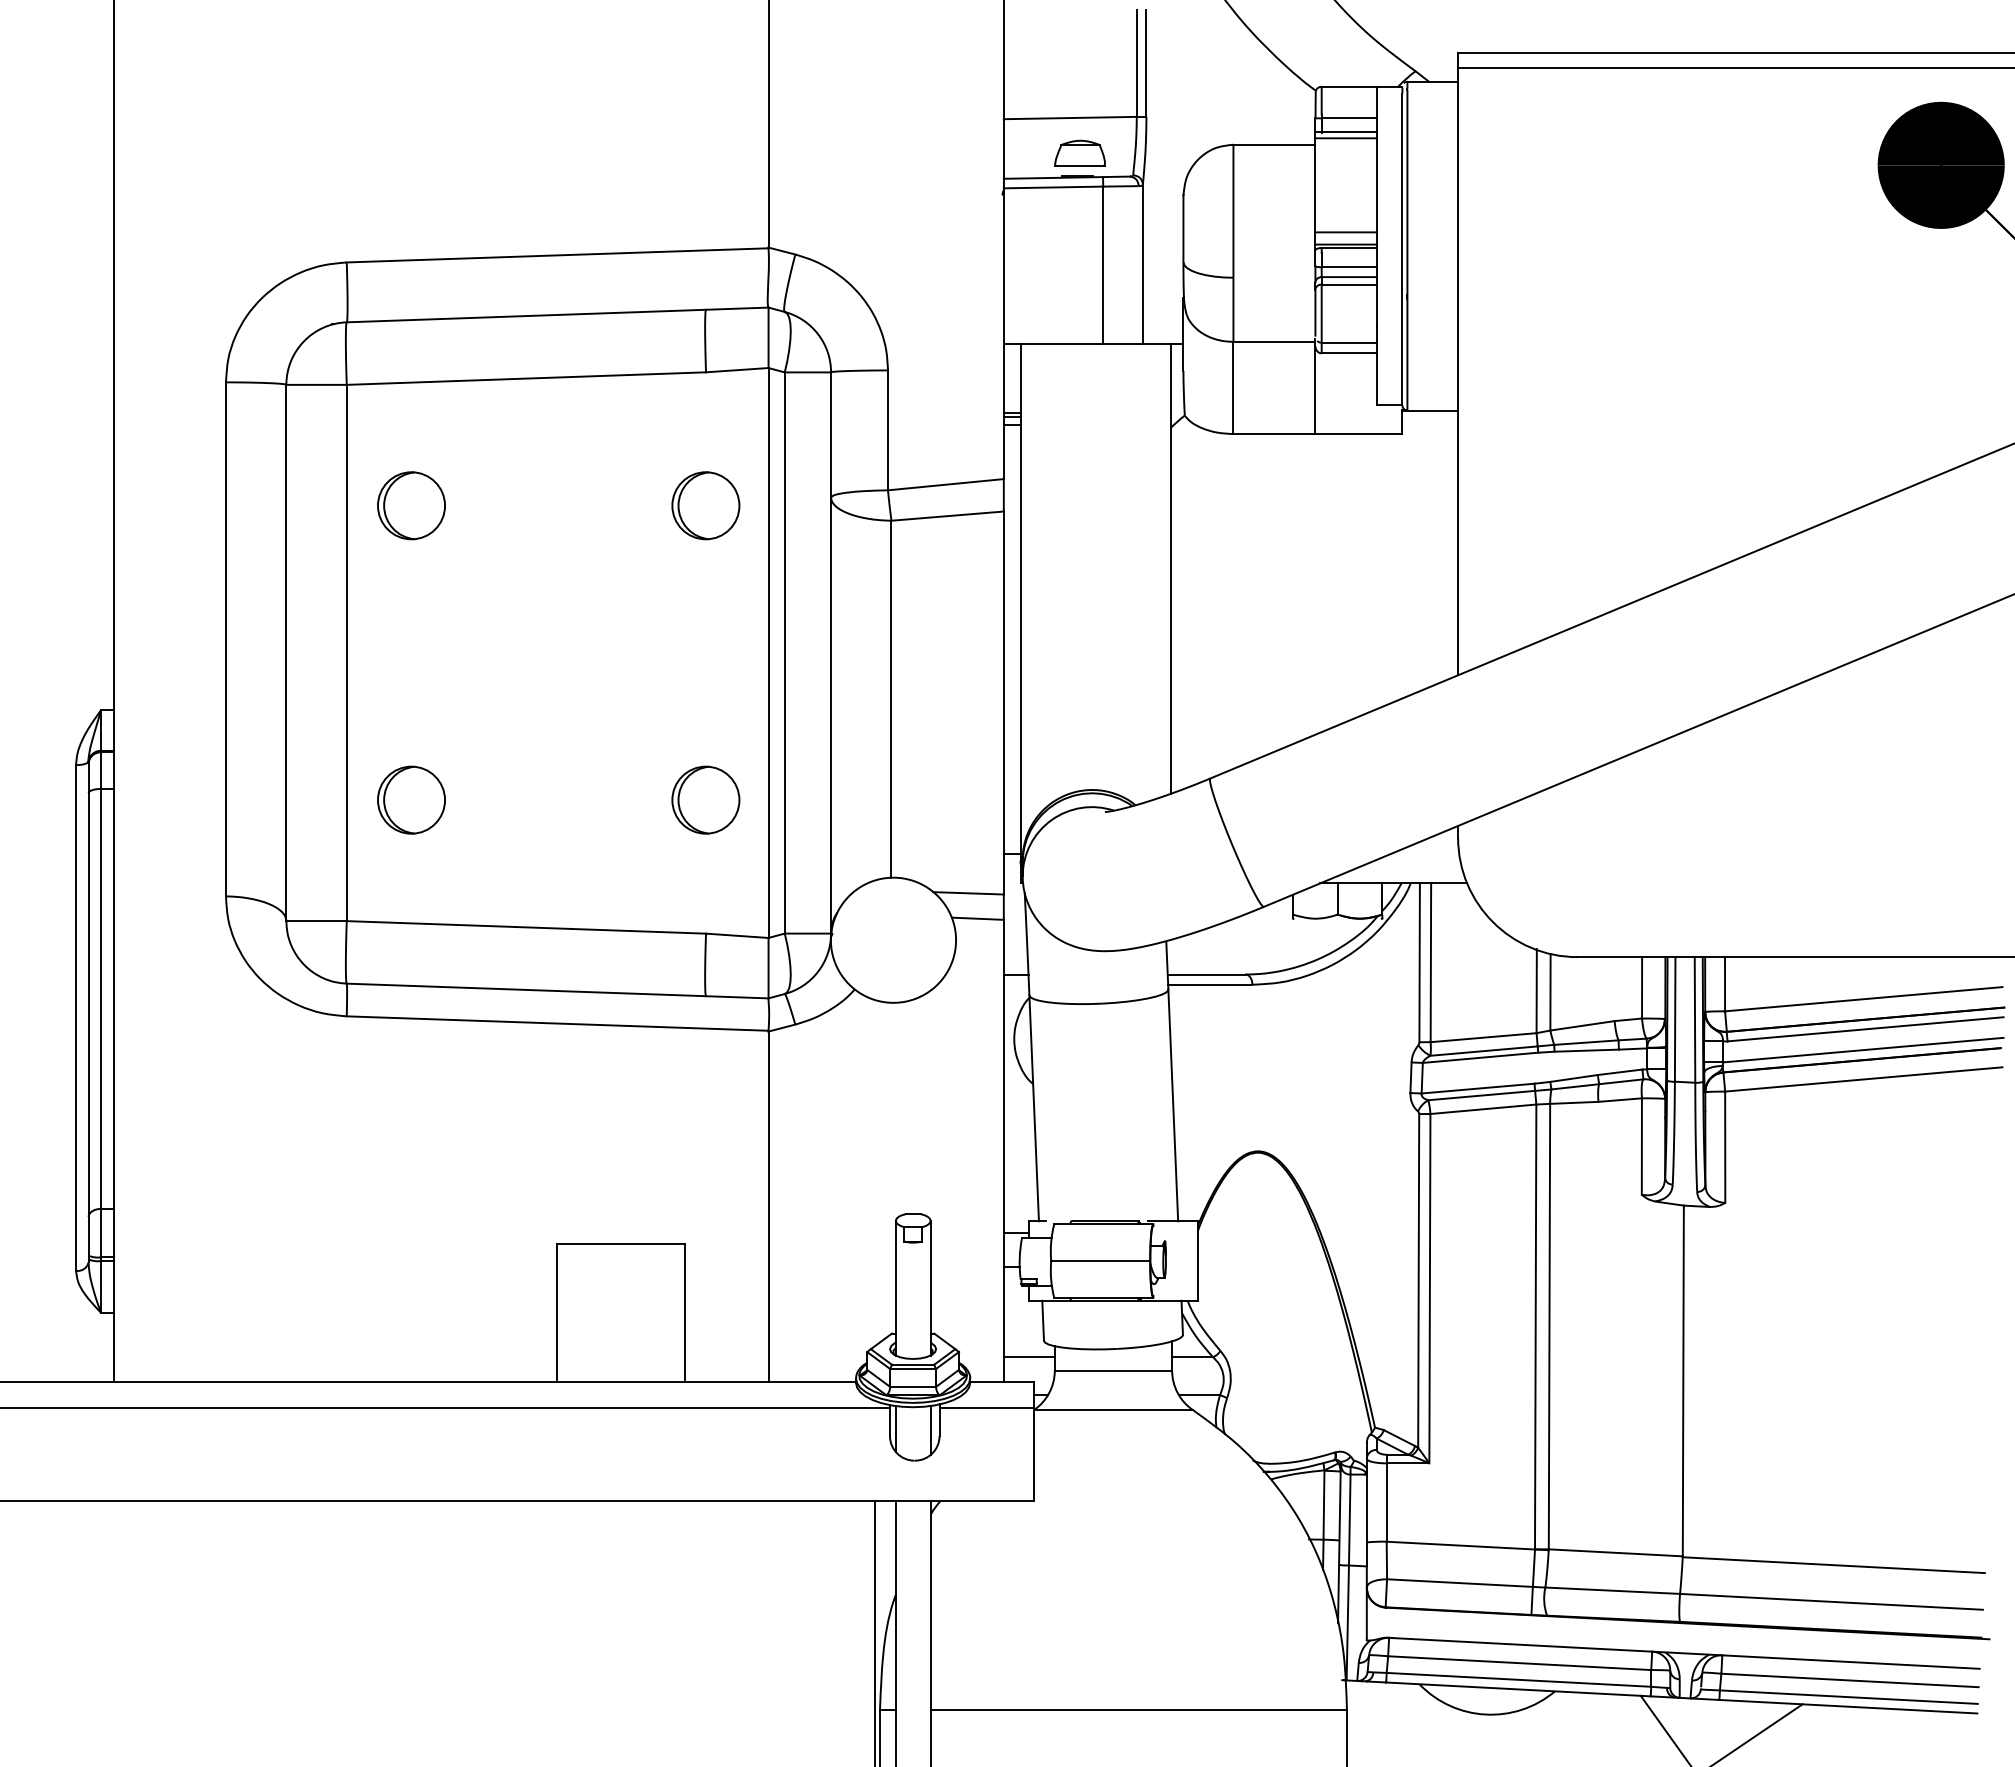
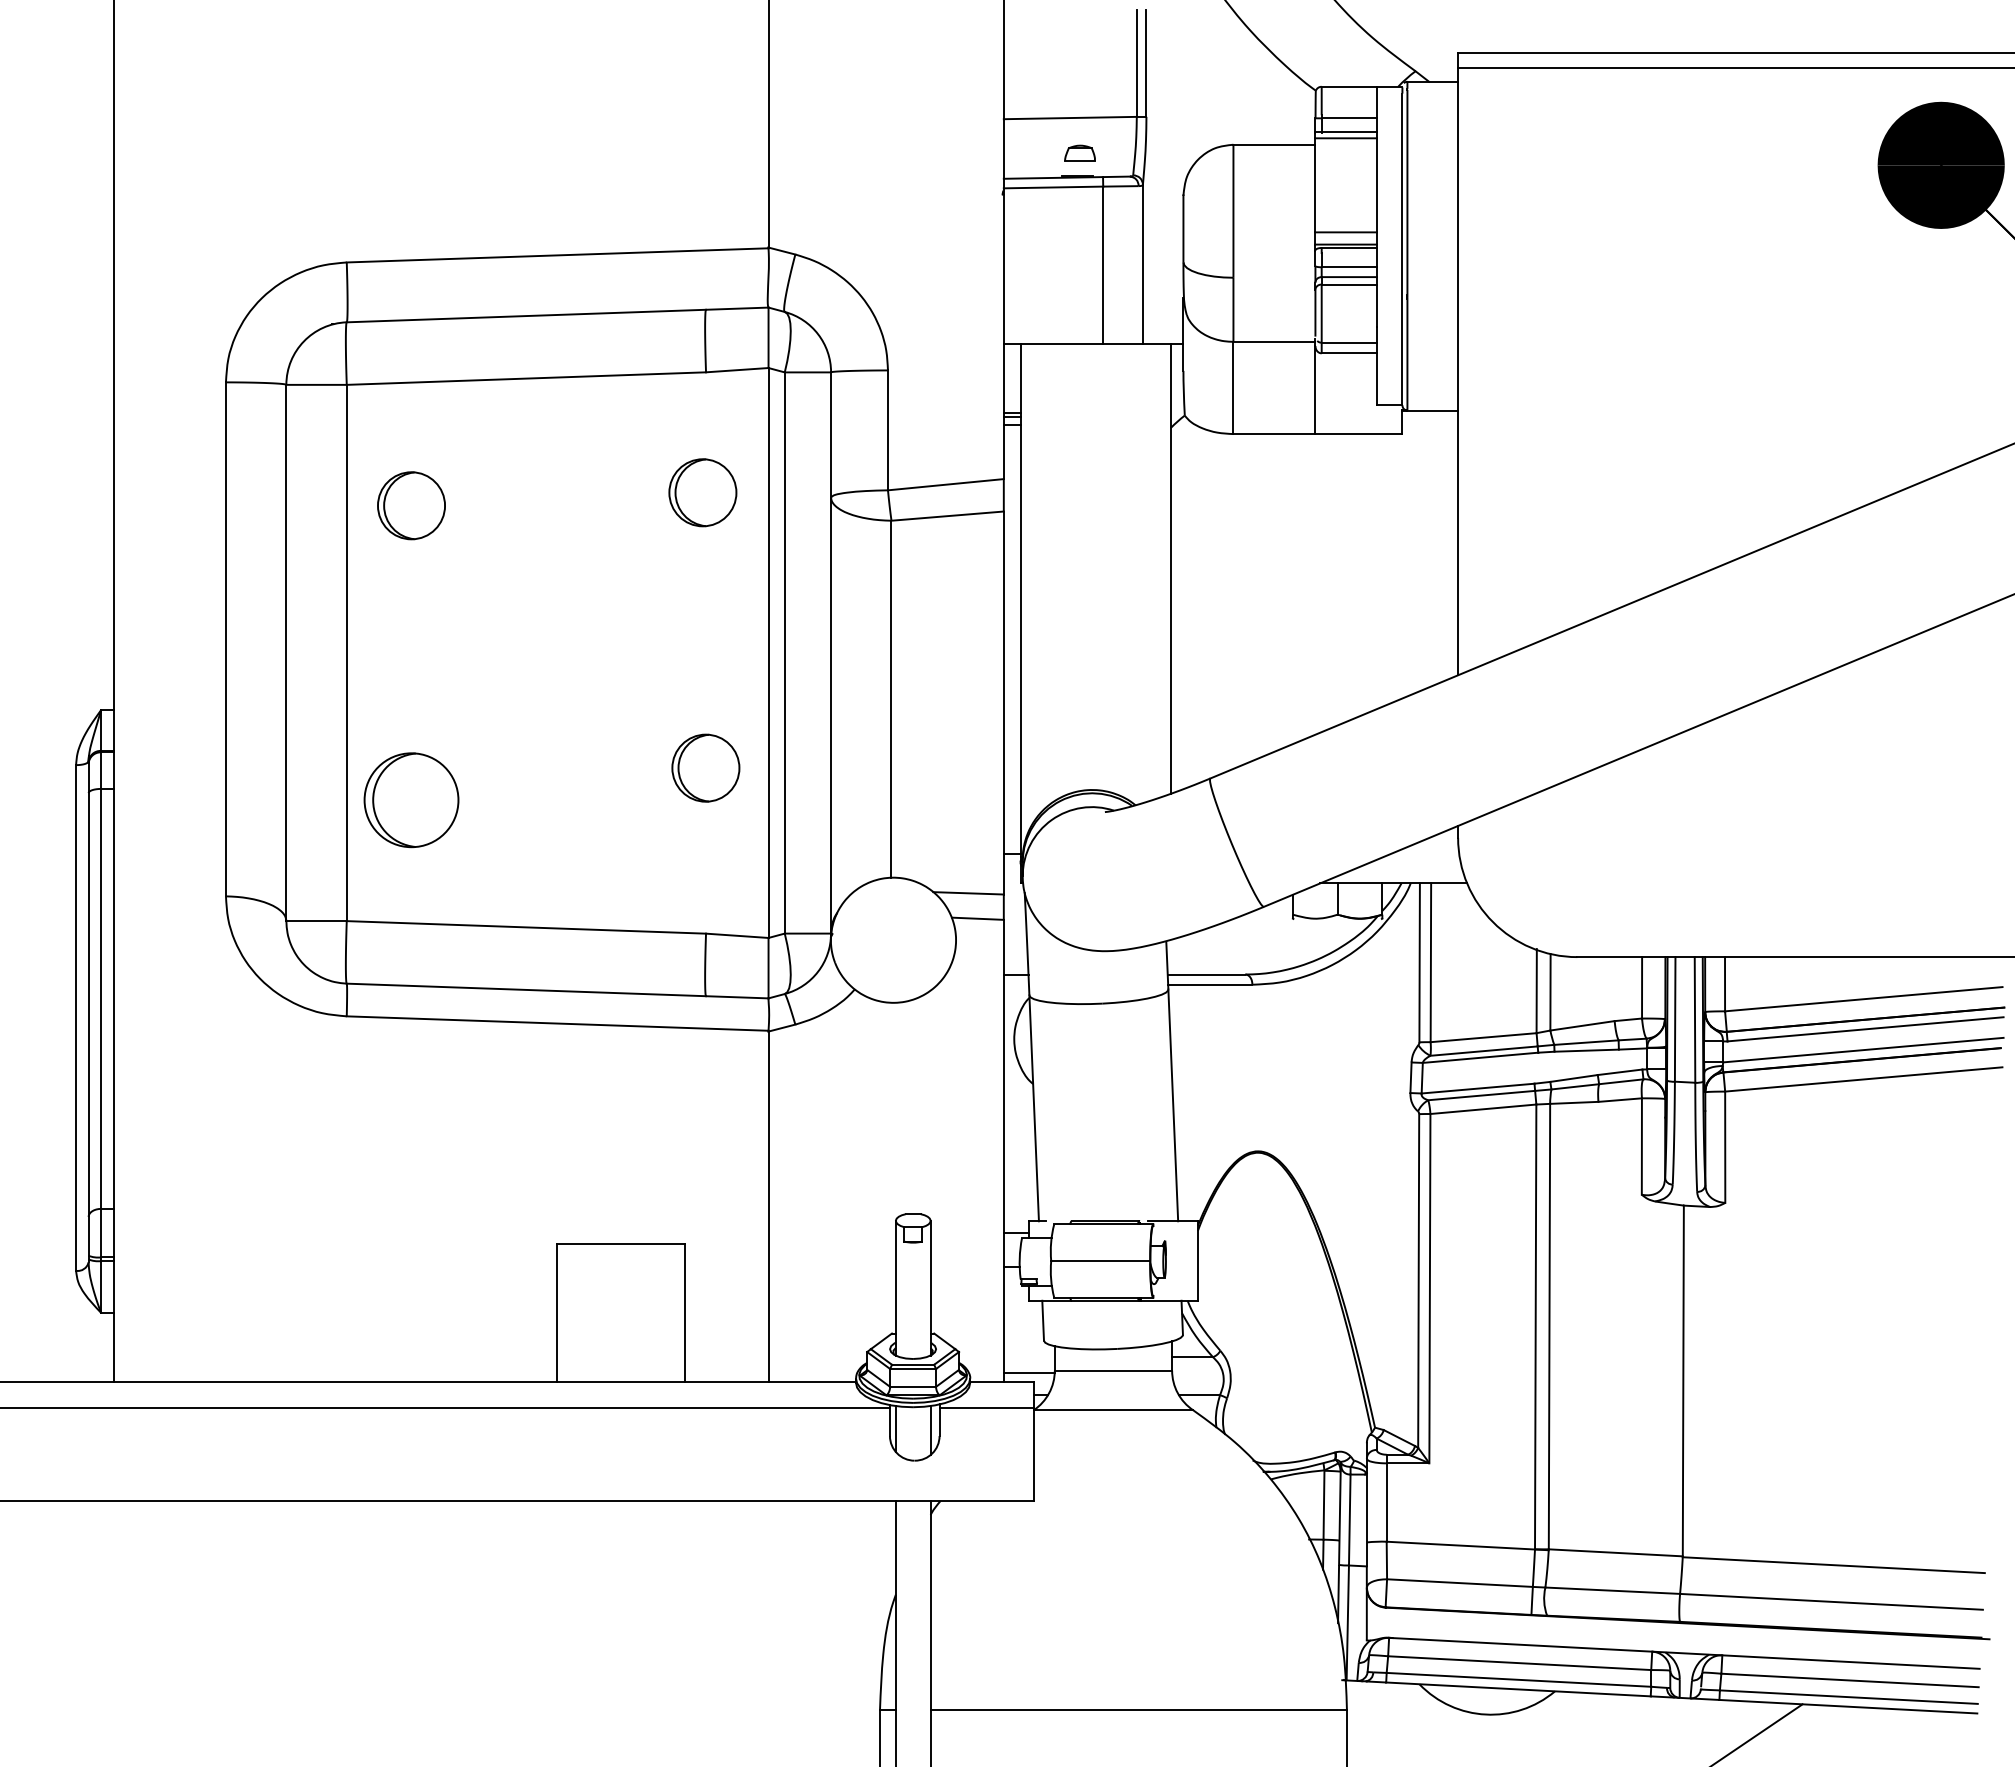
part at (1079, 152) size: 52x28 px -> 32x18 px
part at (705, 505) position: (705, 505) -> (702, 492)
part at (411, 799) size: 69x70 px -> 97x97 px
part at (705, 799) position: (705, 799) -> (705, 767)
line at (1028, 1357) position: (1028, 1357) -> (1028, 1373)
line at (875, 1632): present -> none
line at (1664, 1729): present -> none
